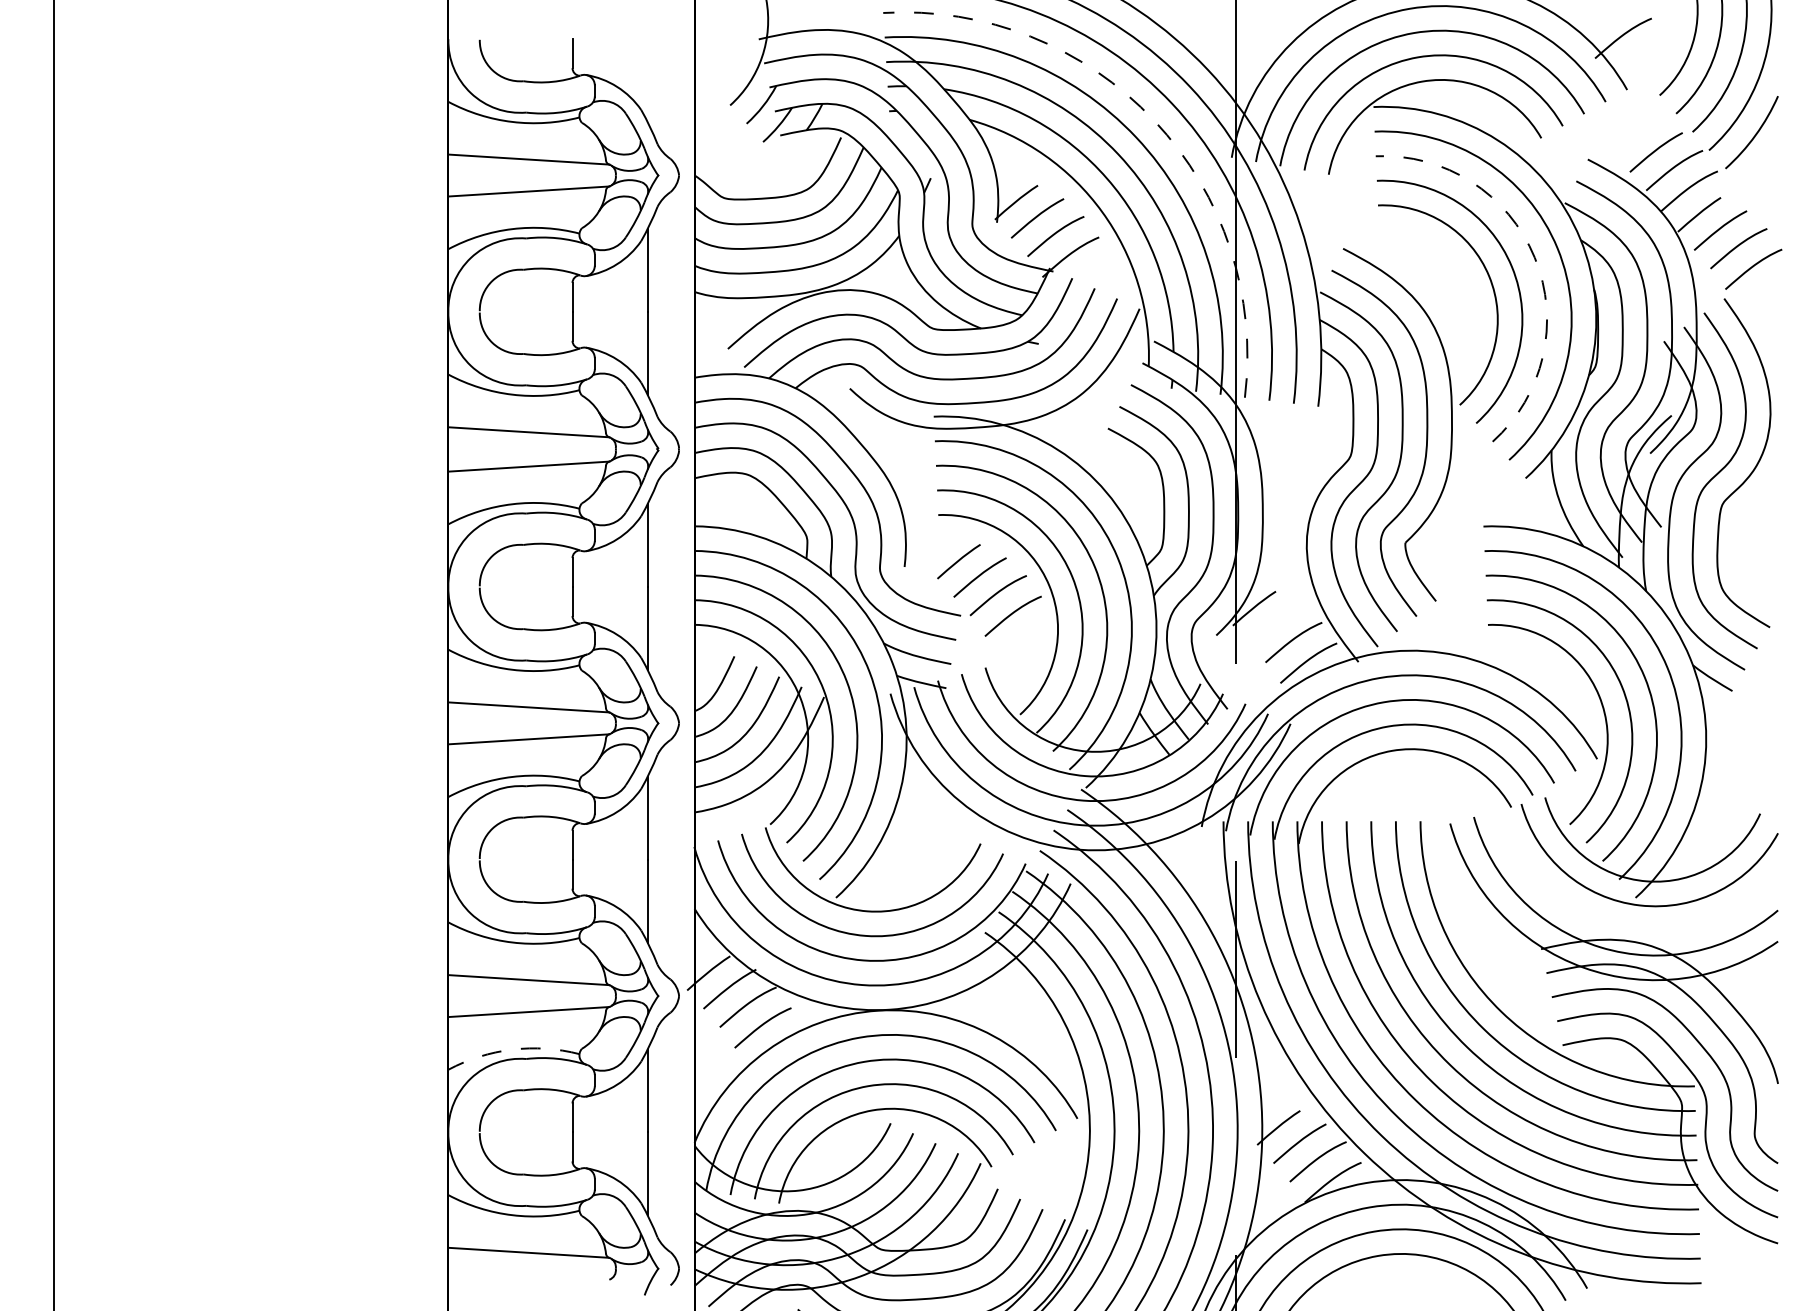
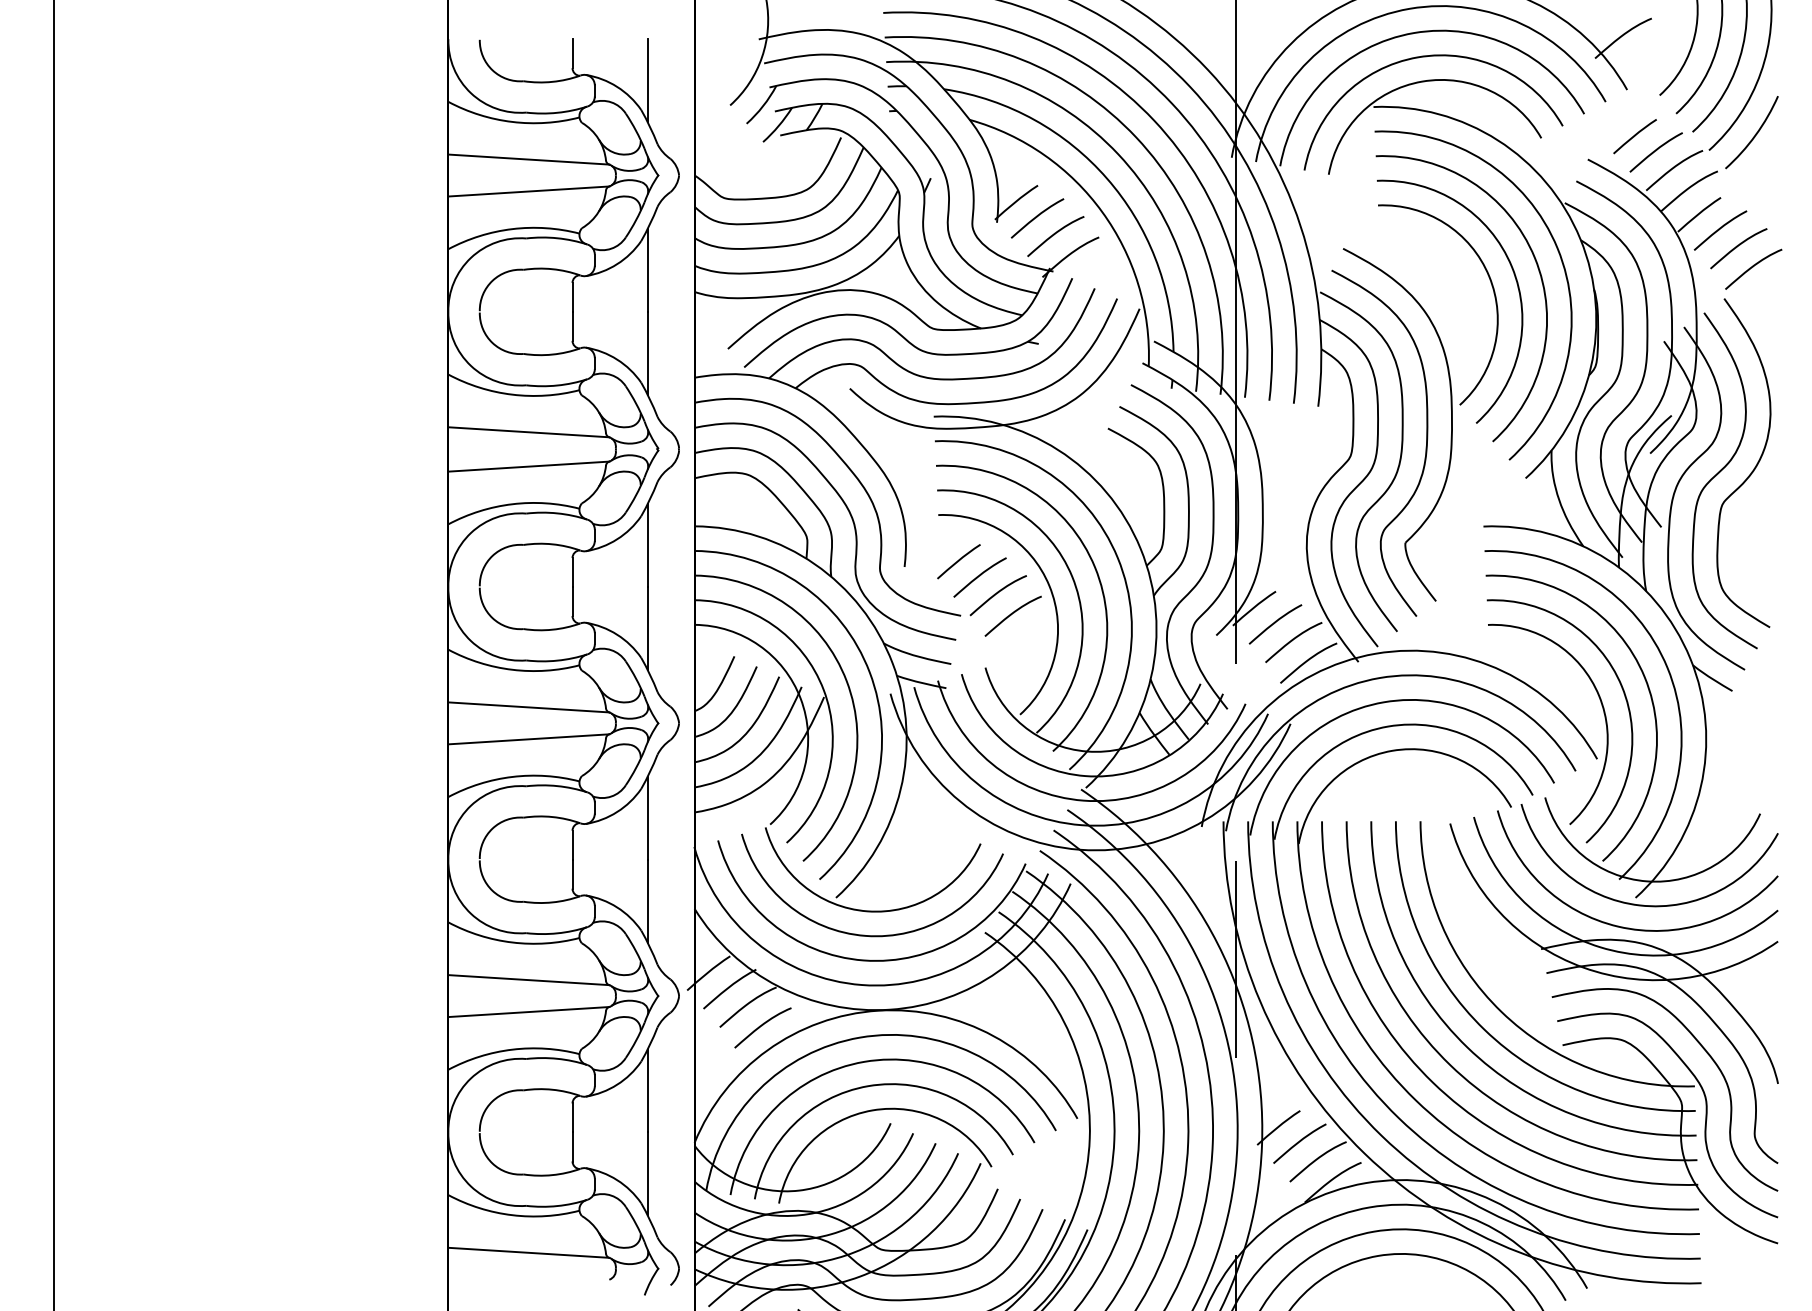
line at (647, 80): none -> present
arc at (1154, 120): dashed -> solid
line at (1634, 136): none -> present
arc at (1534, 257): dashed -> solid
curve at (1275, 623): none -> present
arc at (1629, 927): none -> present
arc at (512, 1049): dashed -> solid
